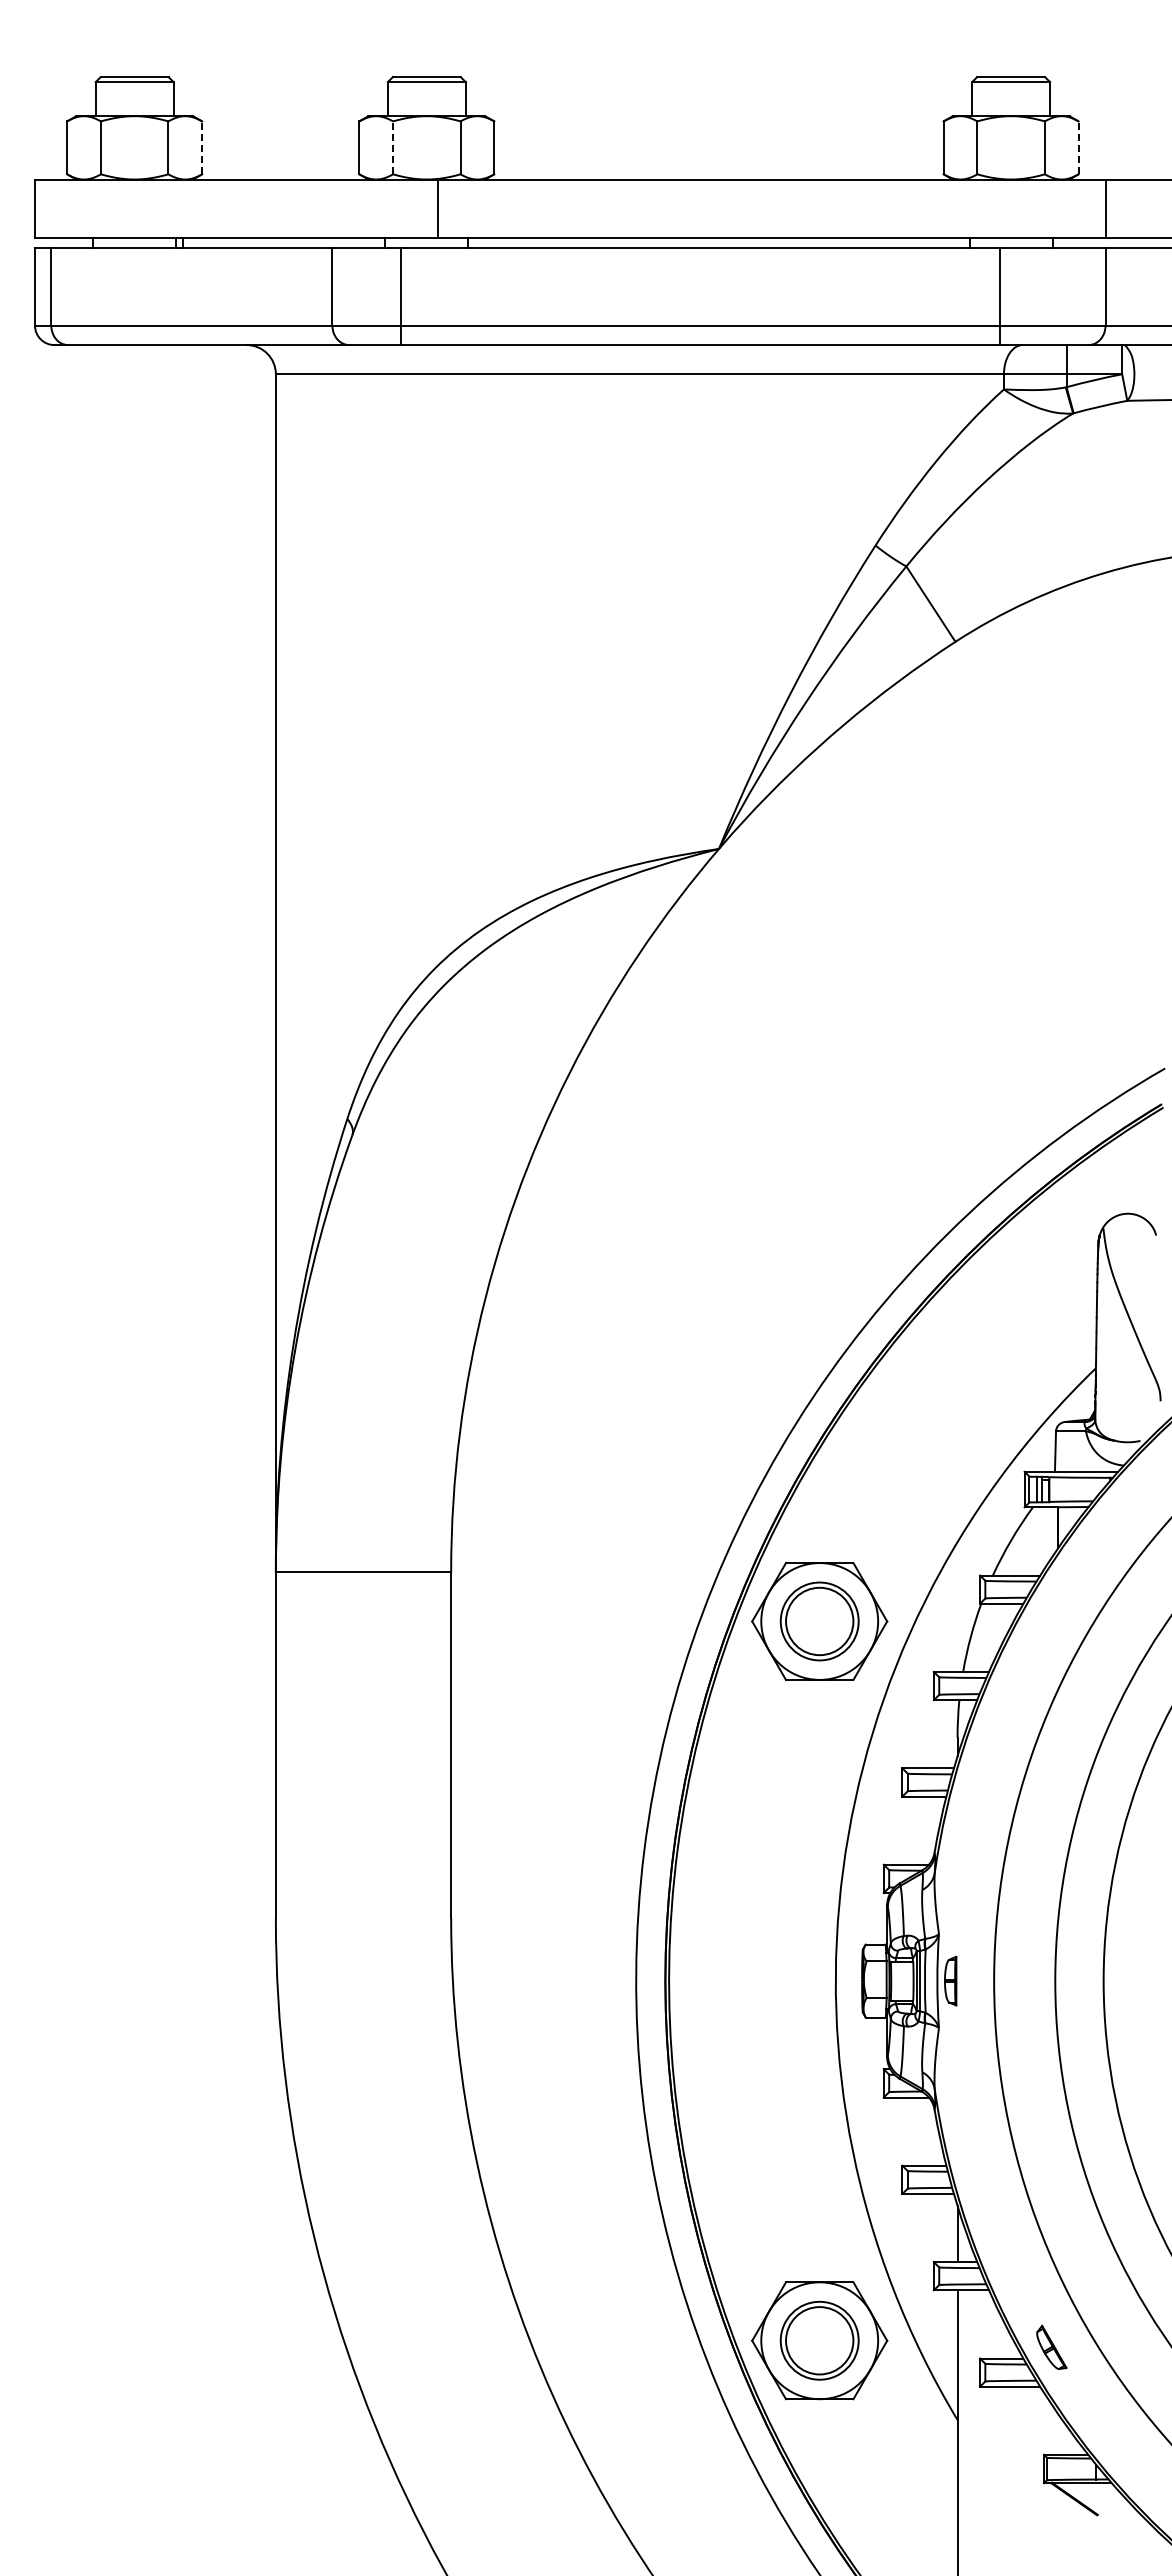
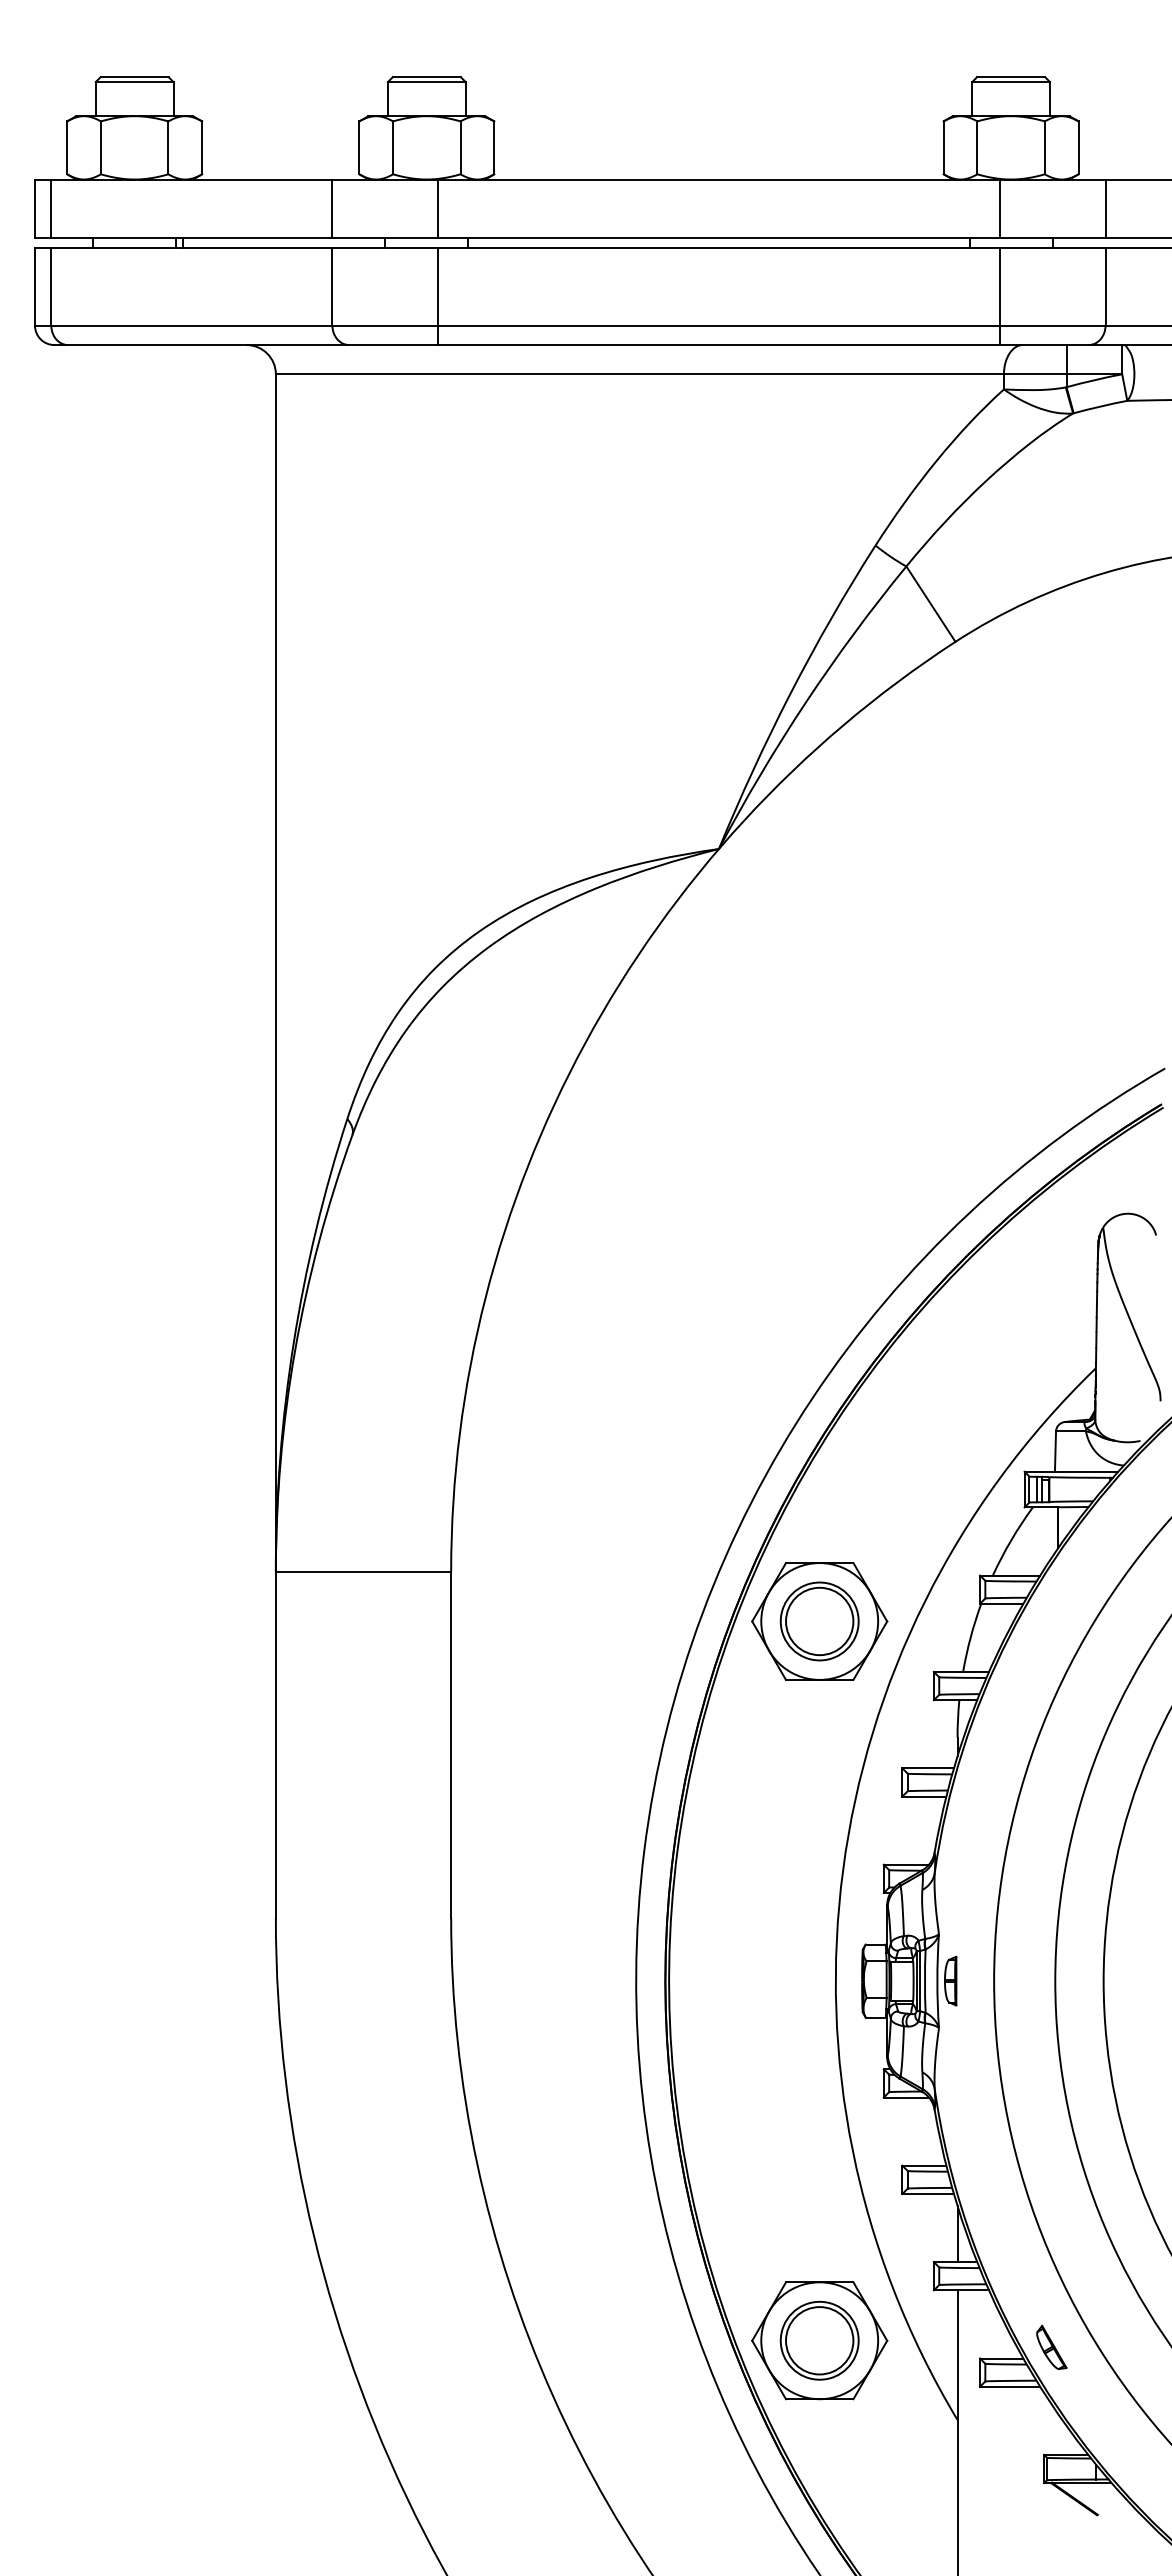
line at (202, 147): dashed -> solid
line at (393, 147): dashed -> solid
line at (1078, 147): dashed -> solid
line at (51, 208): none -> present
line at (332, 208): none -> present
line at (1000, 208): none -> present
line at (400, 296) position: (400, 296) -> (437, 296)
